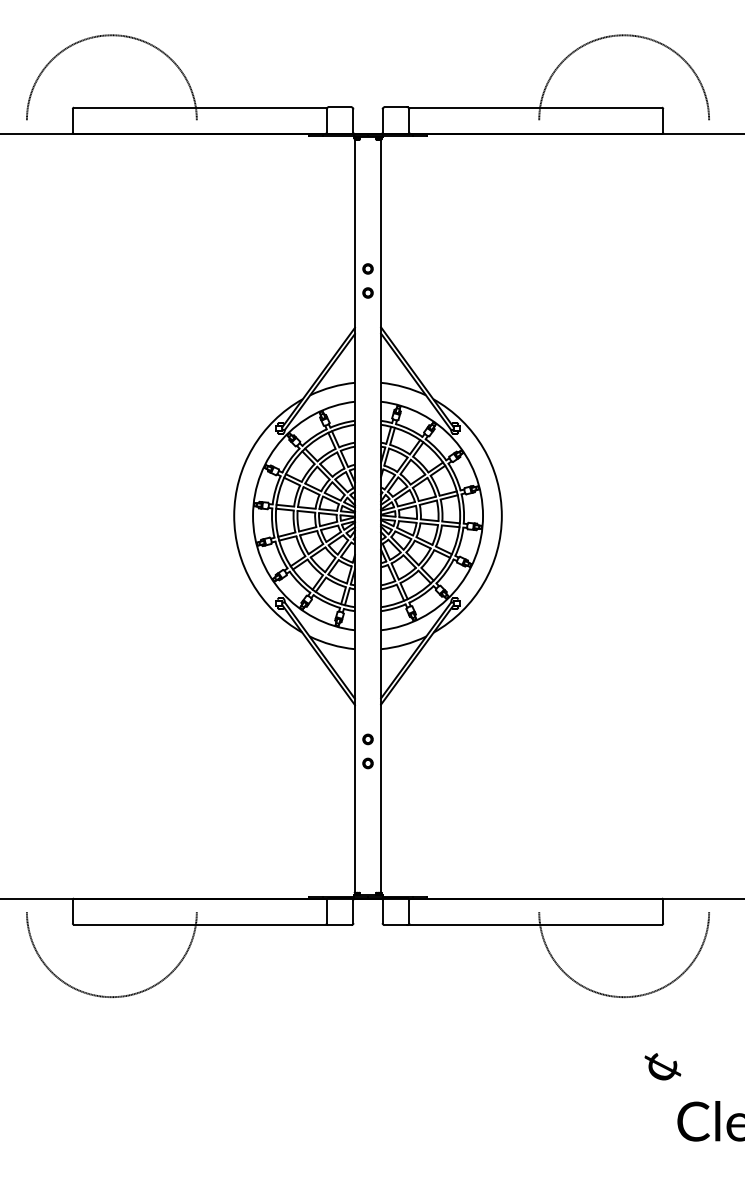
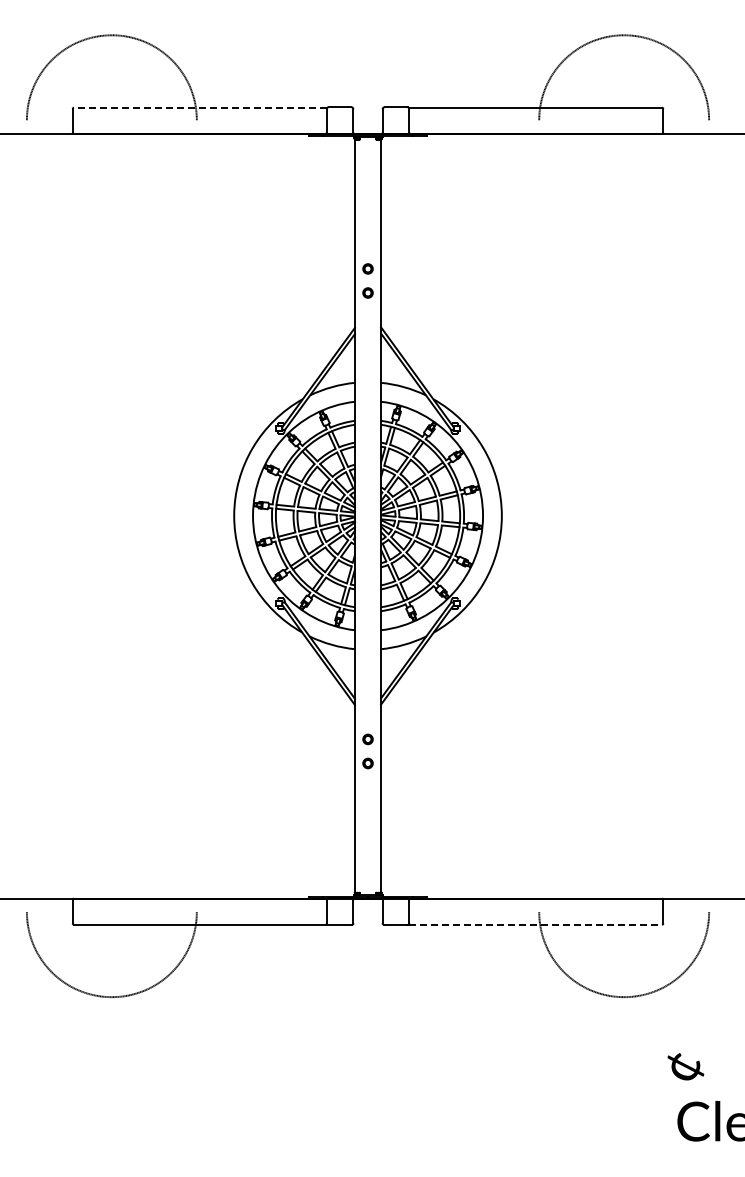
line at (200, 107): solid -> dashed
line at (535, 924): solid -> dashed
text at (662, 1066) position: (662, 1066) -> (685, 1066)
